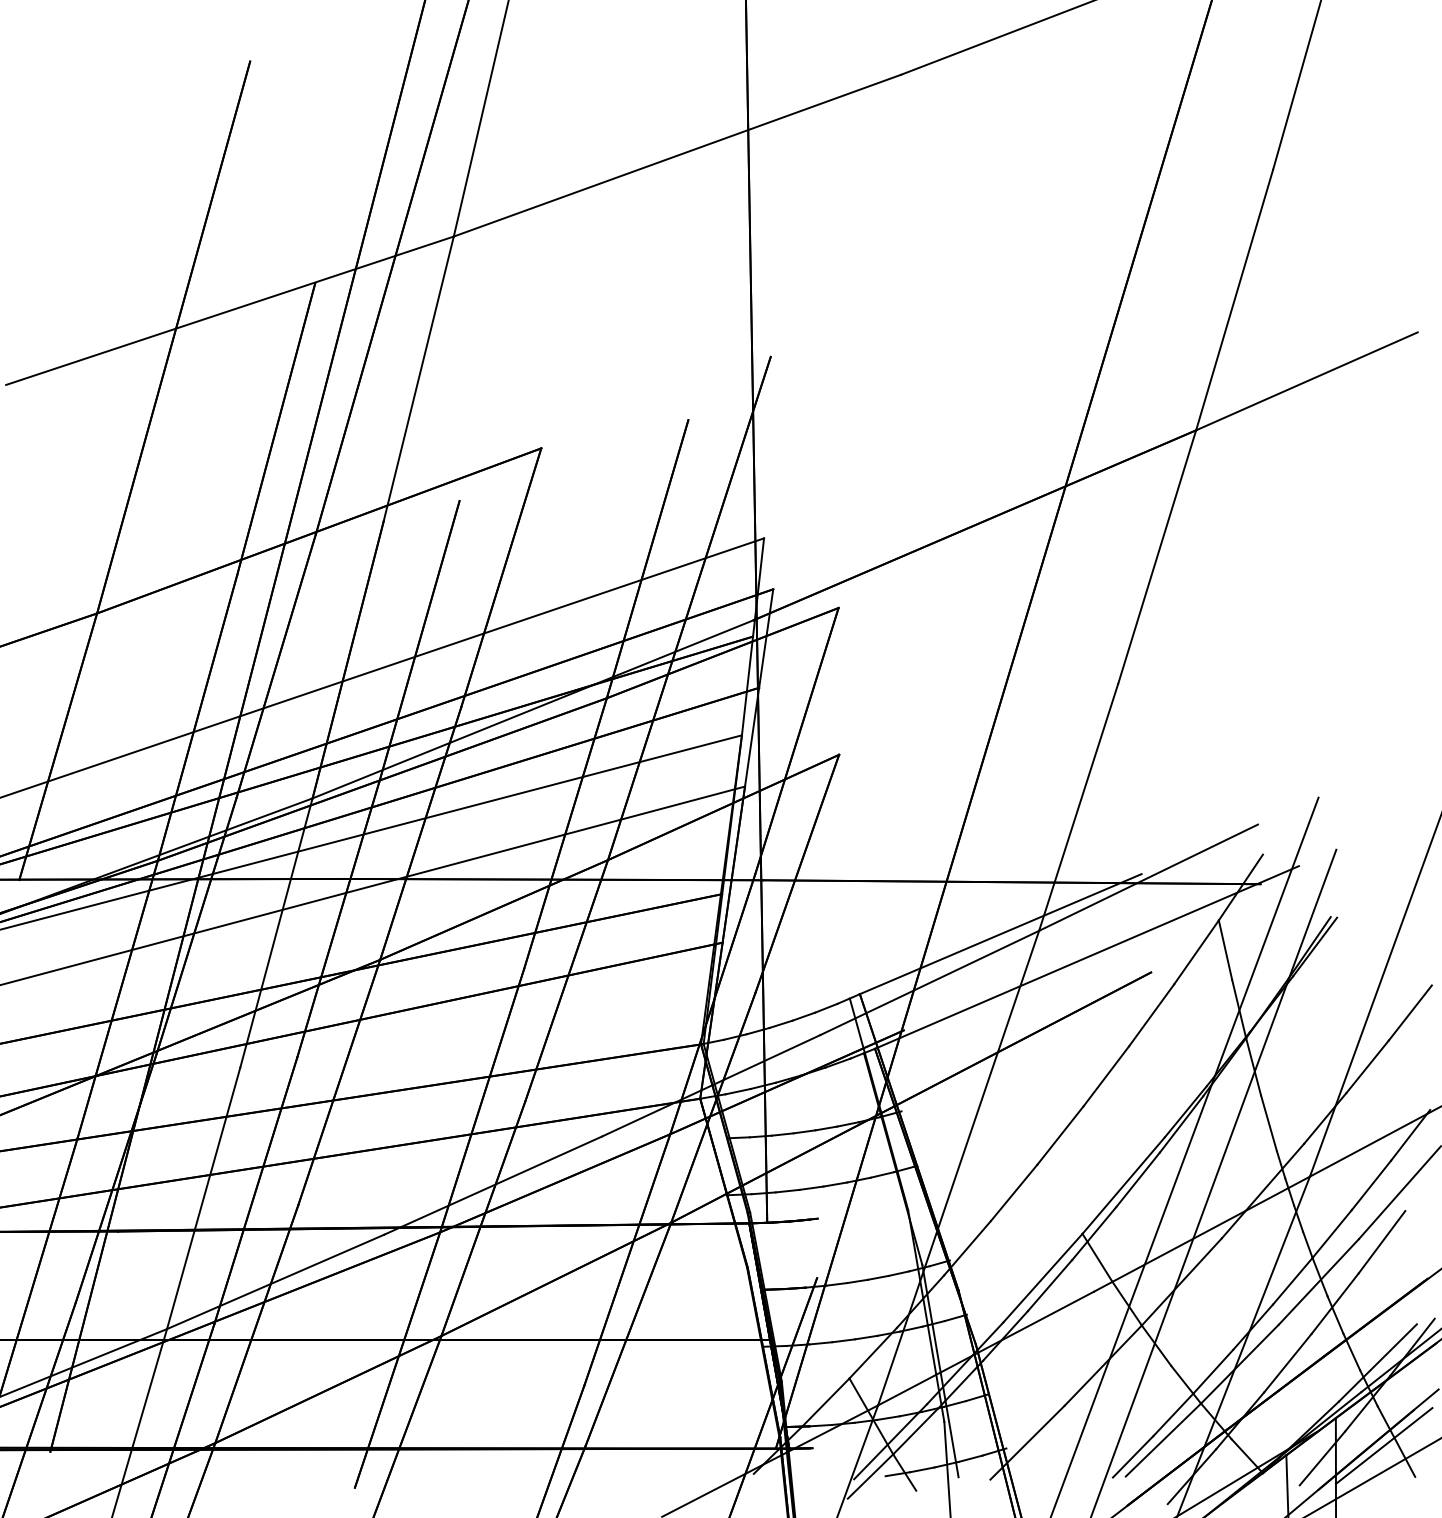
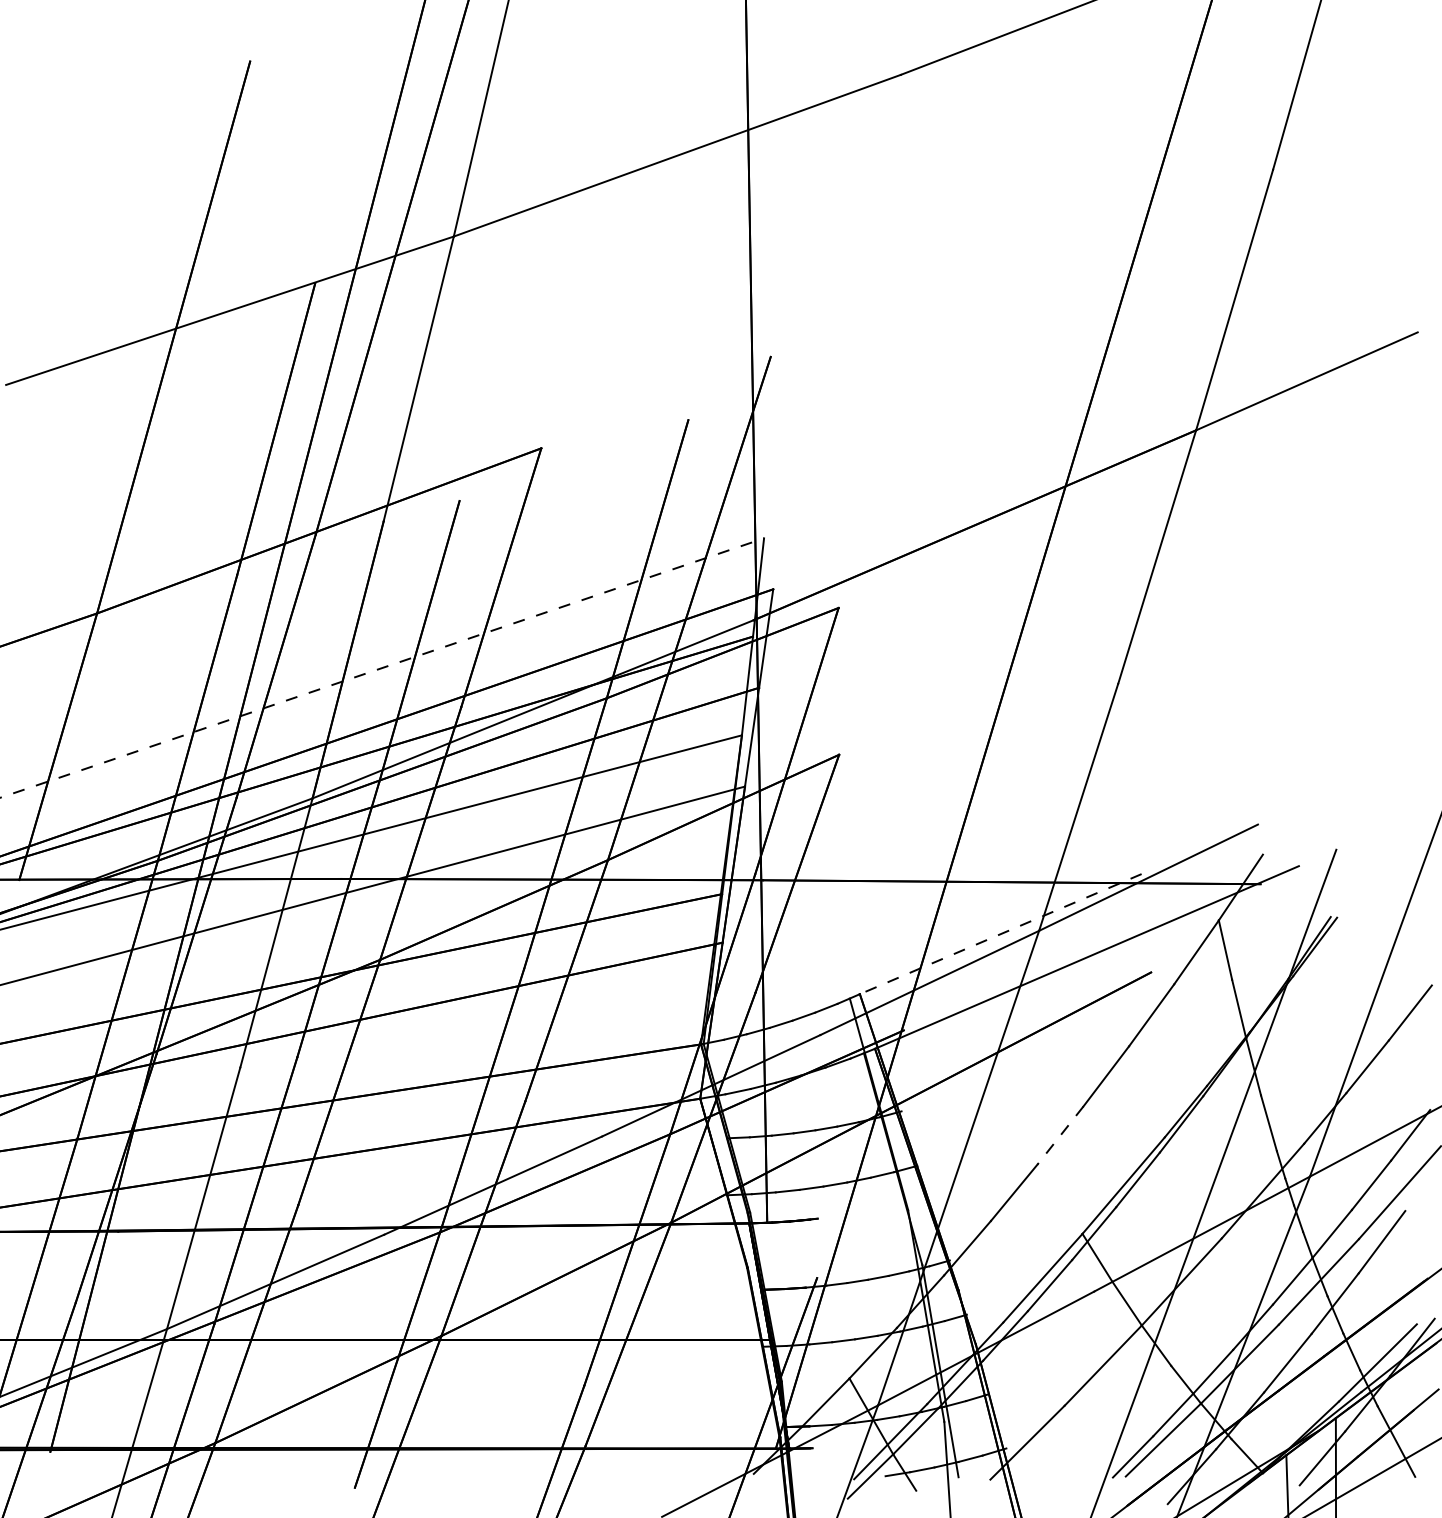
line at (382, 667): solid -> dashed
line at (1000, 934): solid -> dashed
line at (1060, 1135): solid -> dashed
line at (1184, 1155): present -> none
line at (1383, 1445): present -> none
